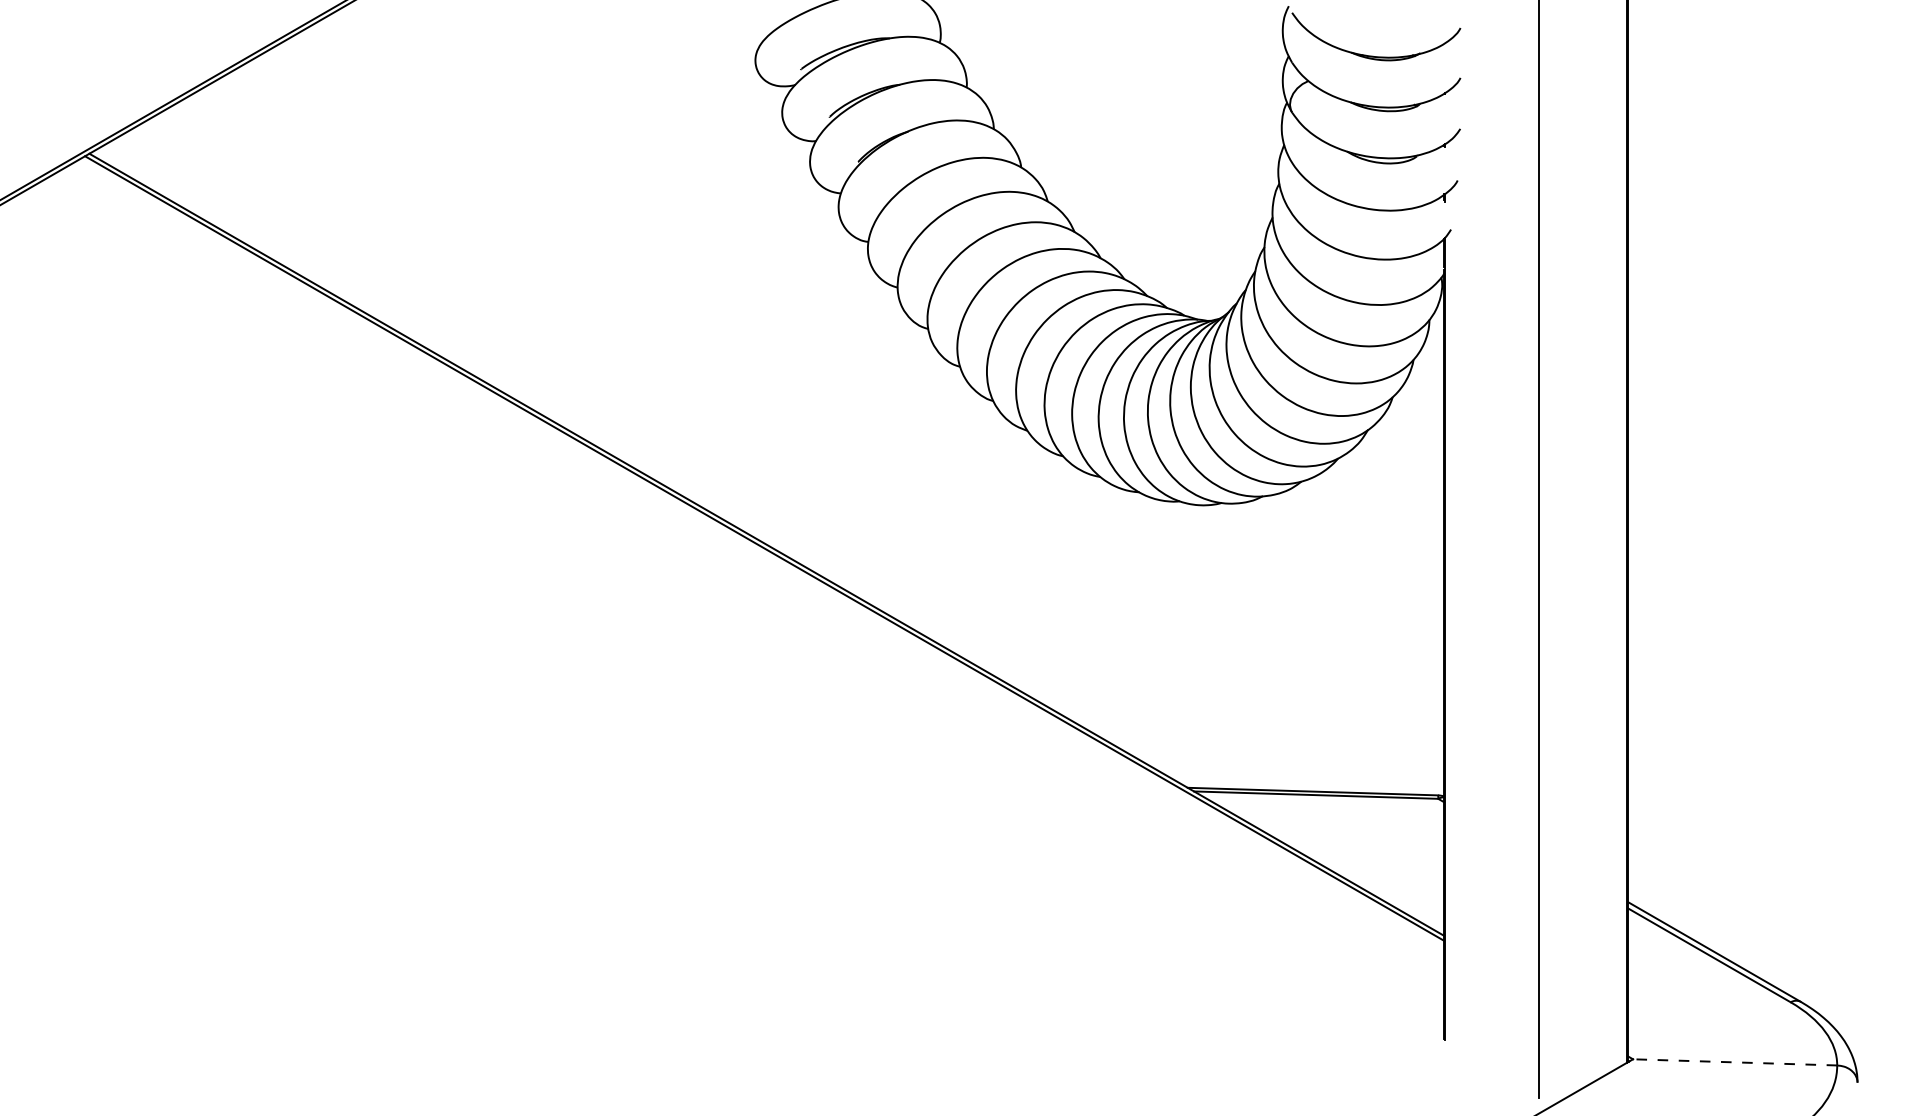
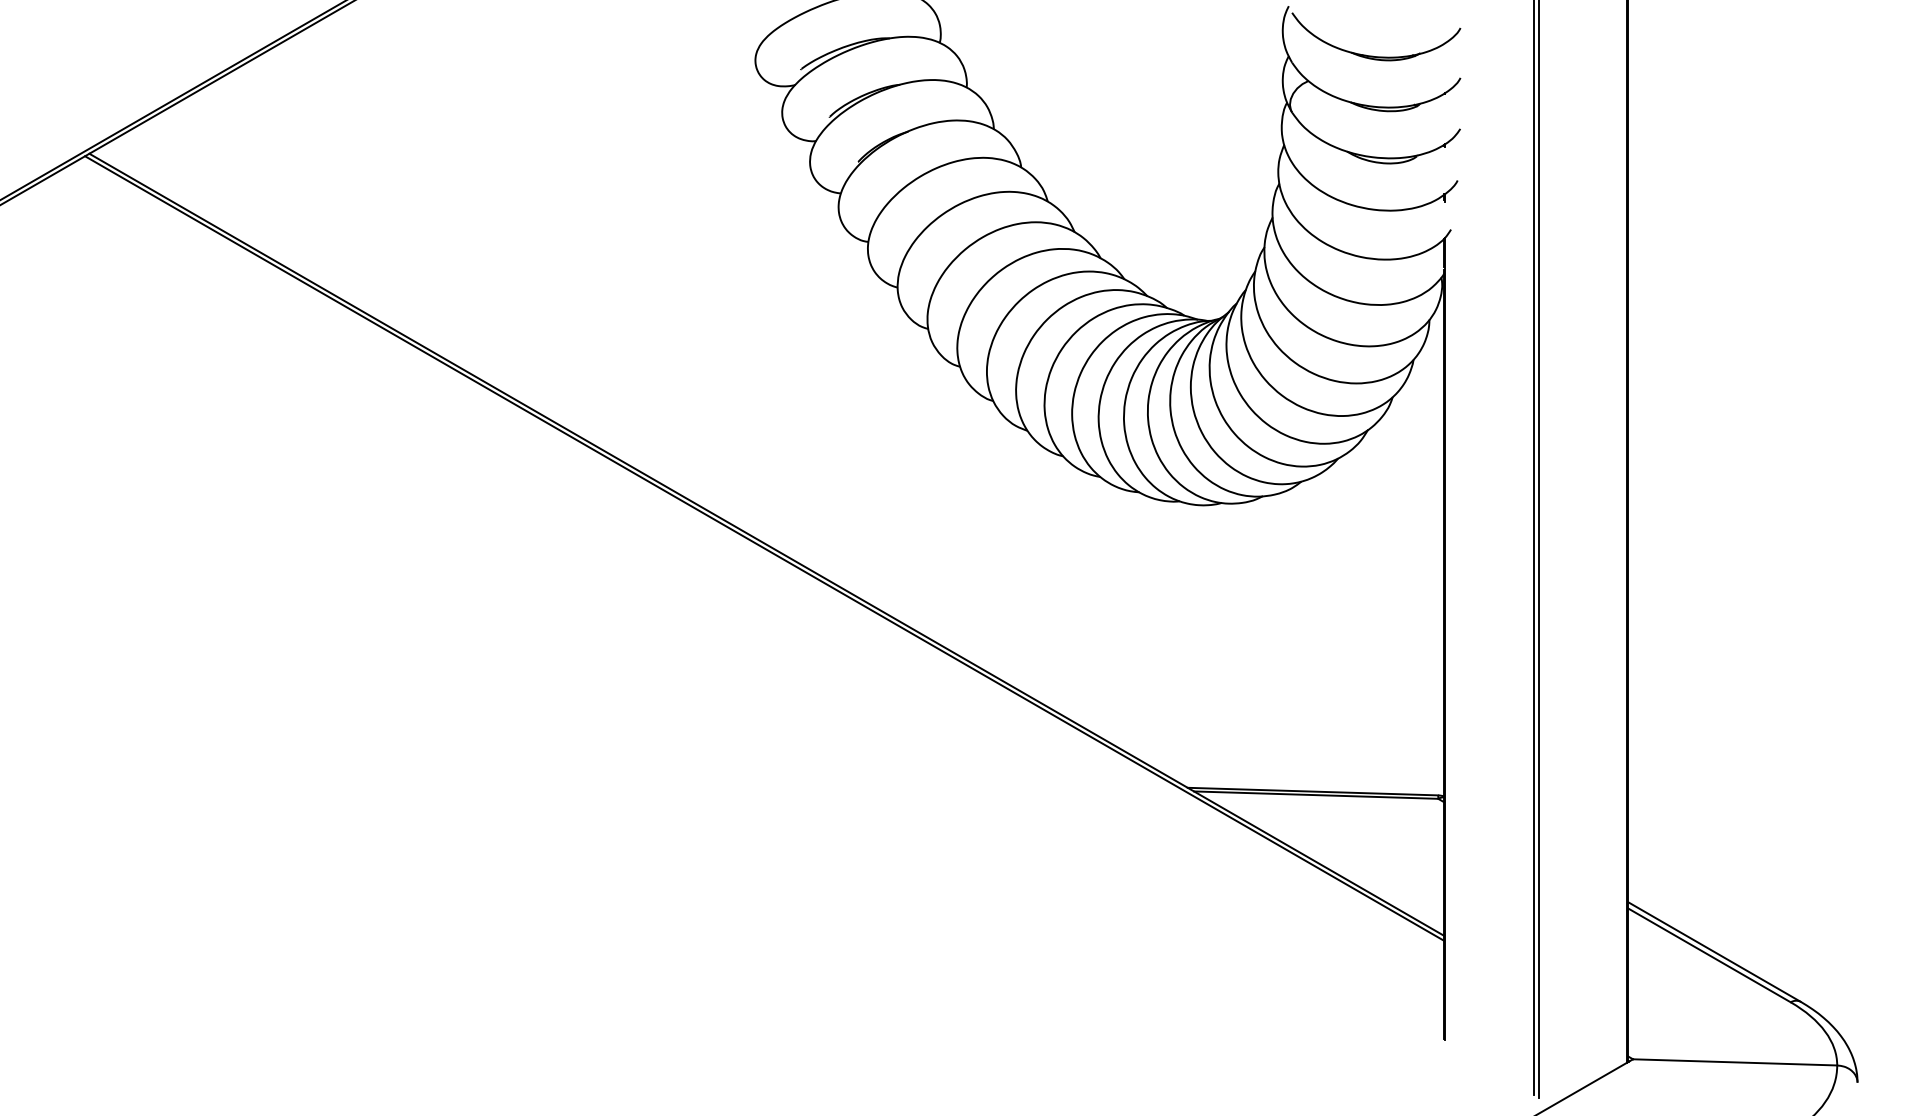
line at (1534, 548): none -> present
line at (1734, 1062): dashed -> solid
